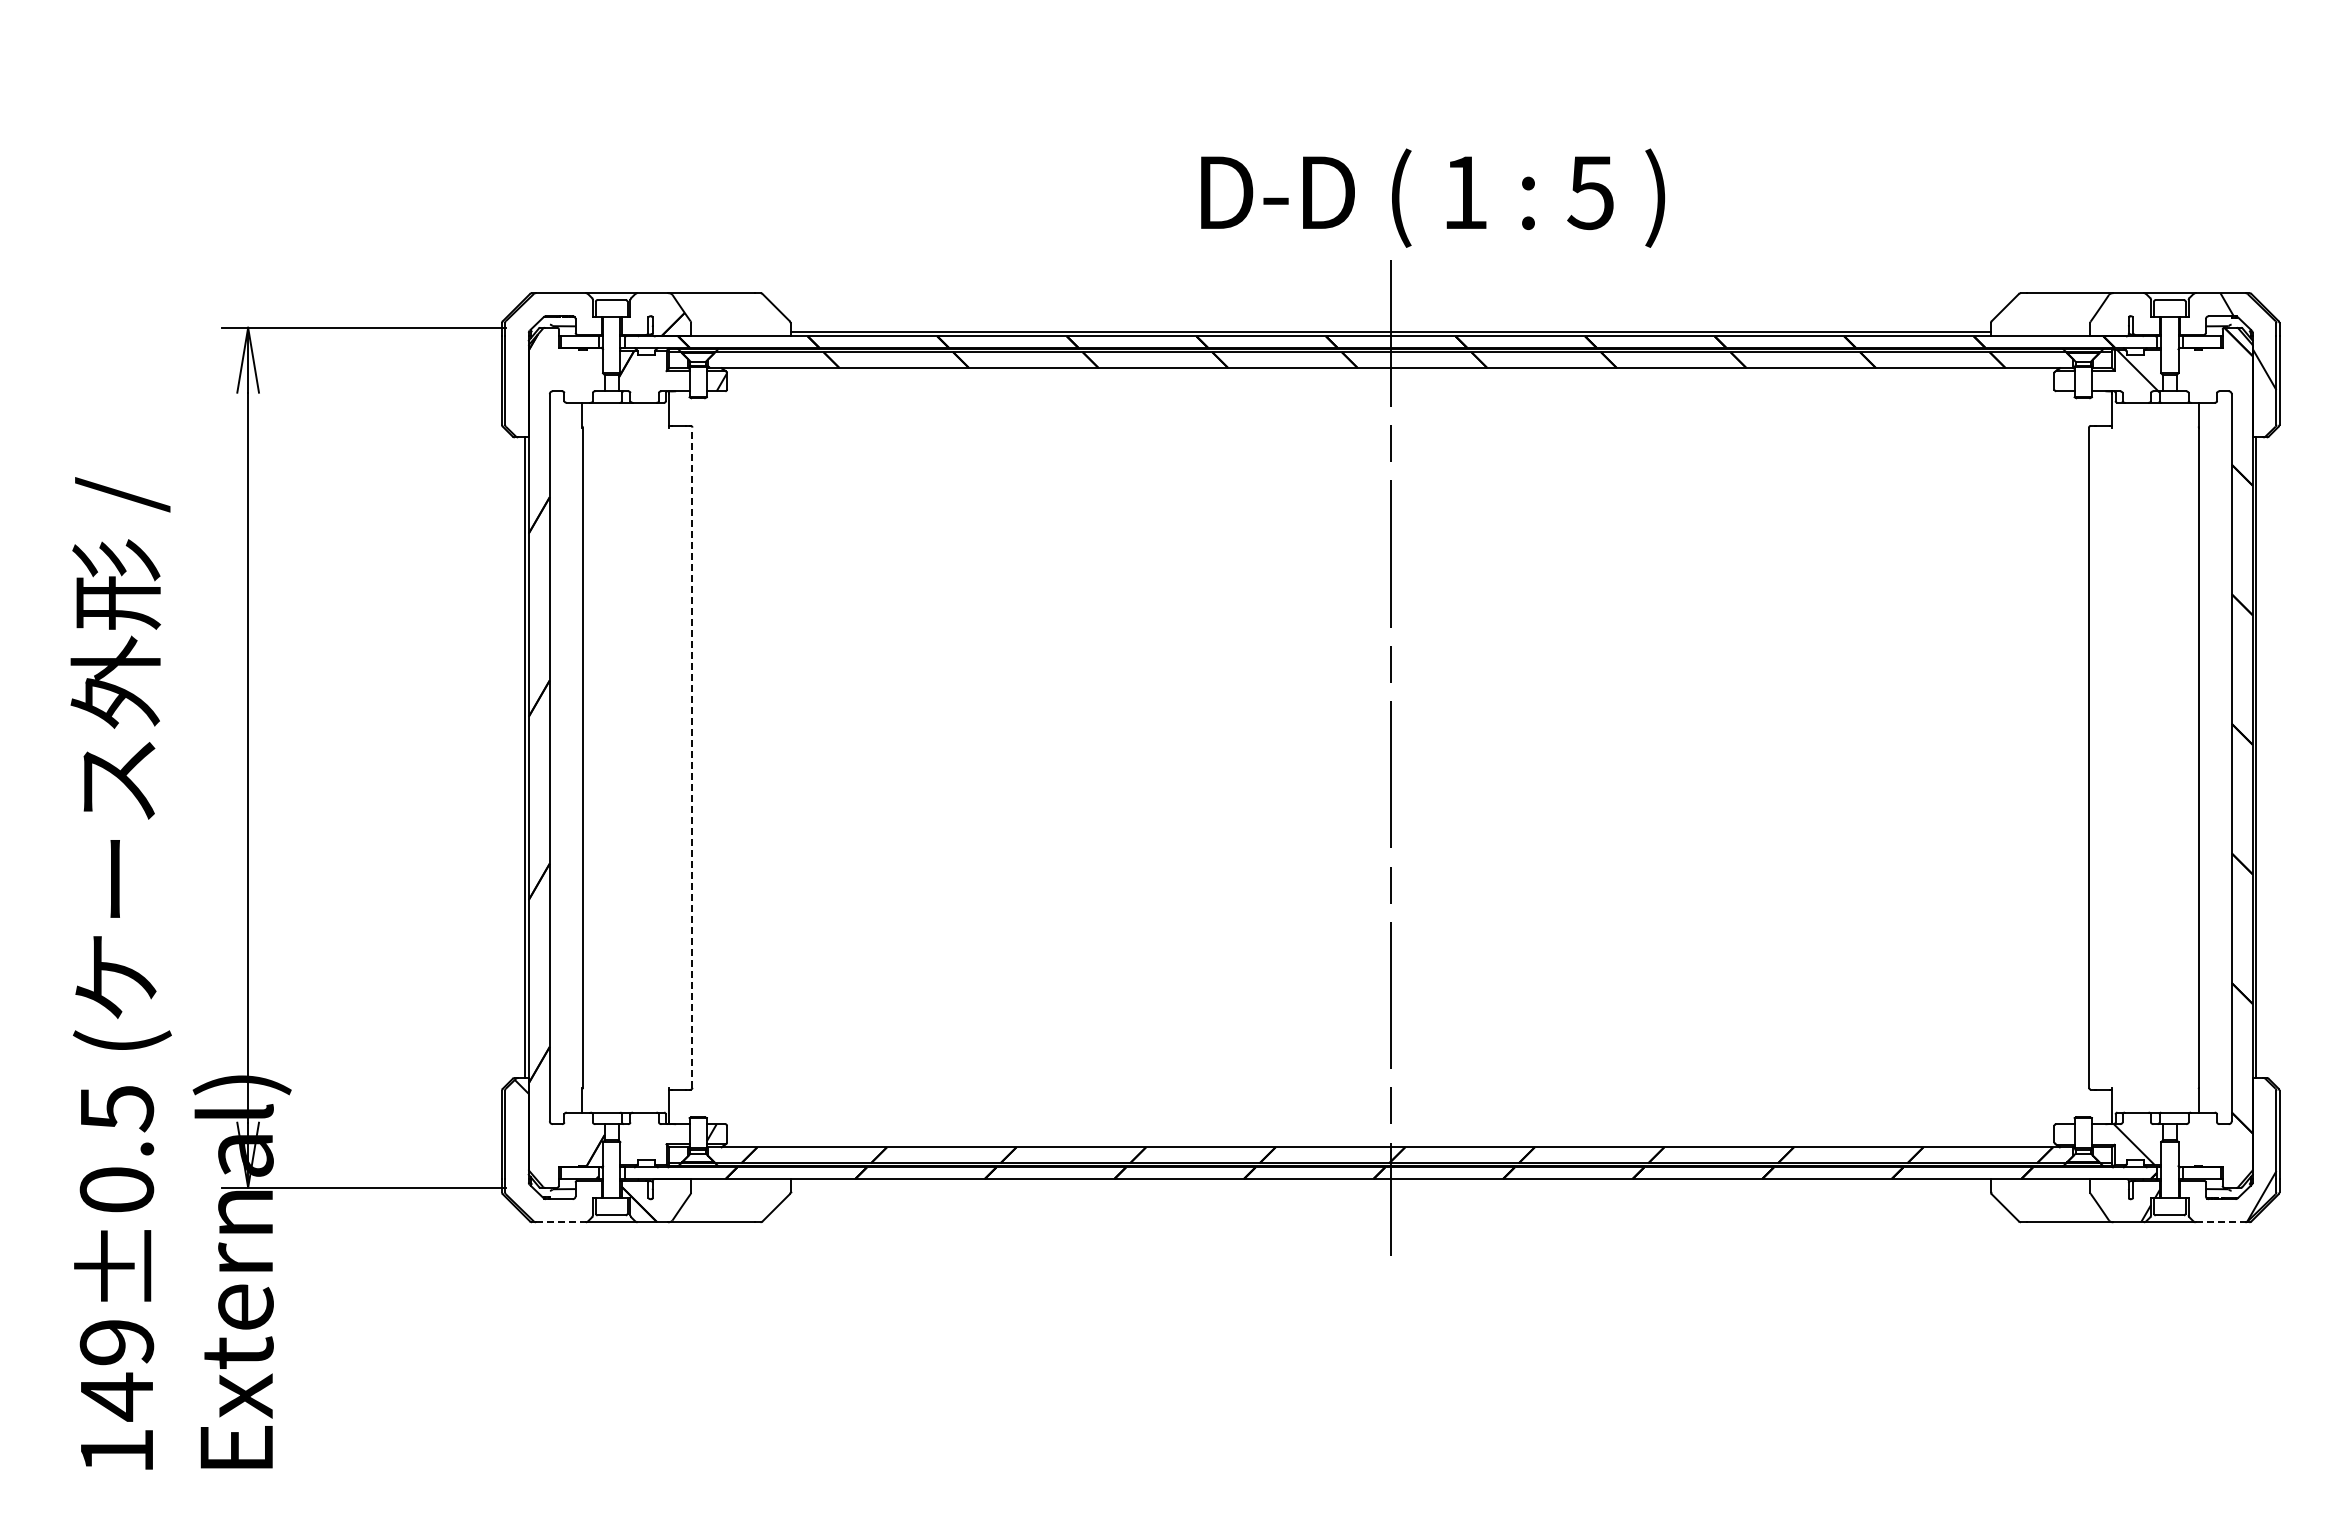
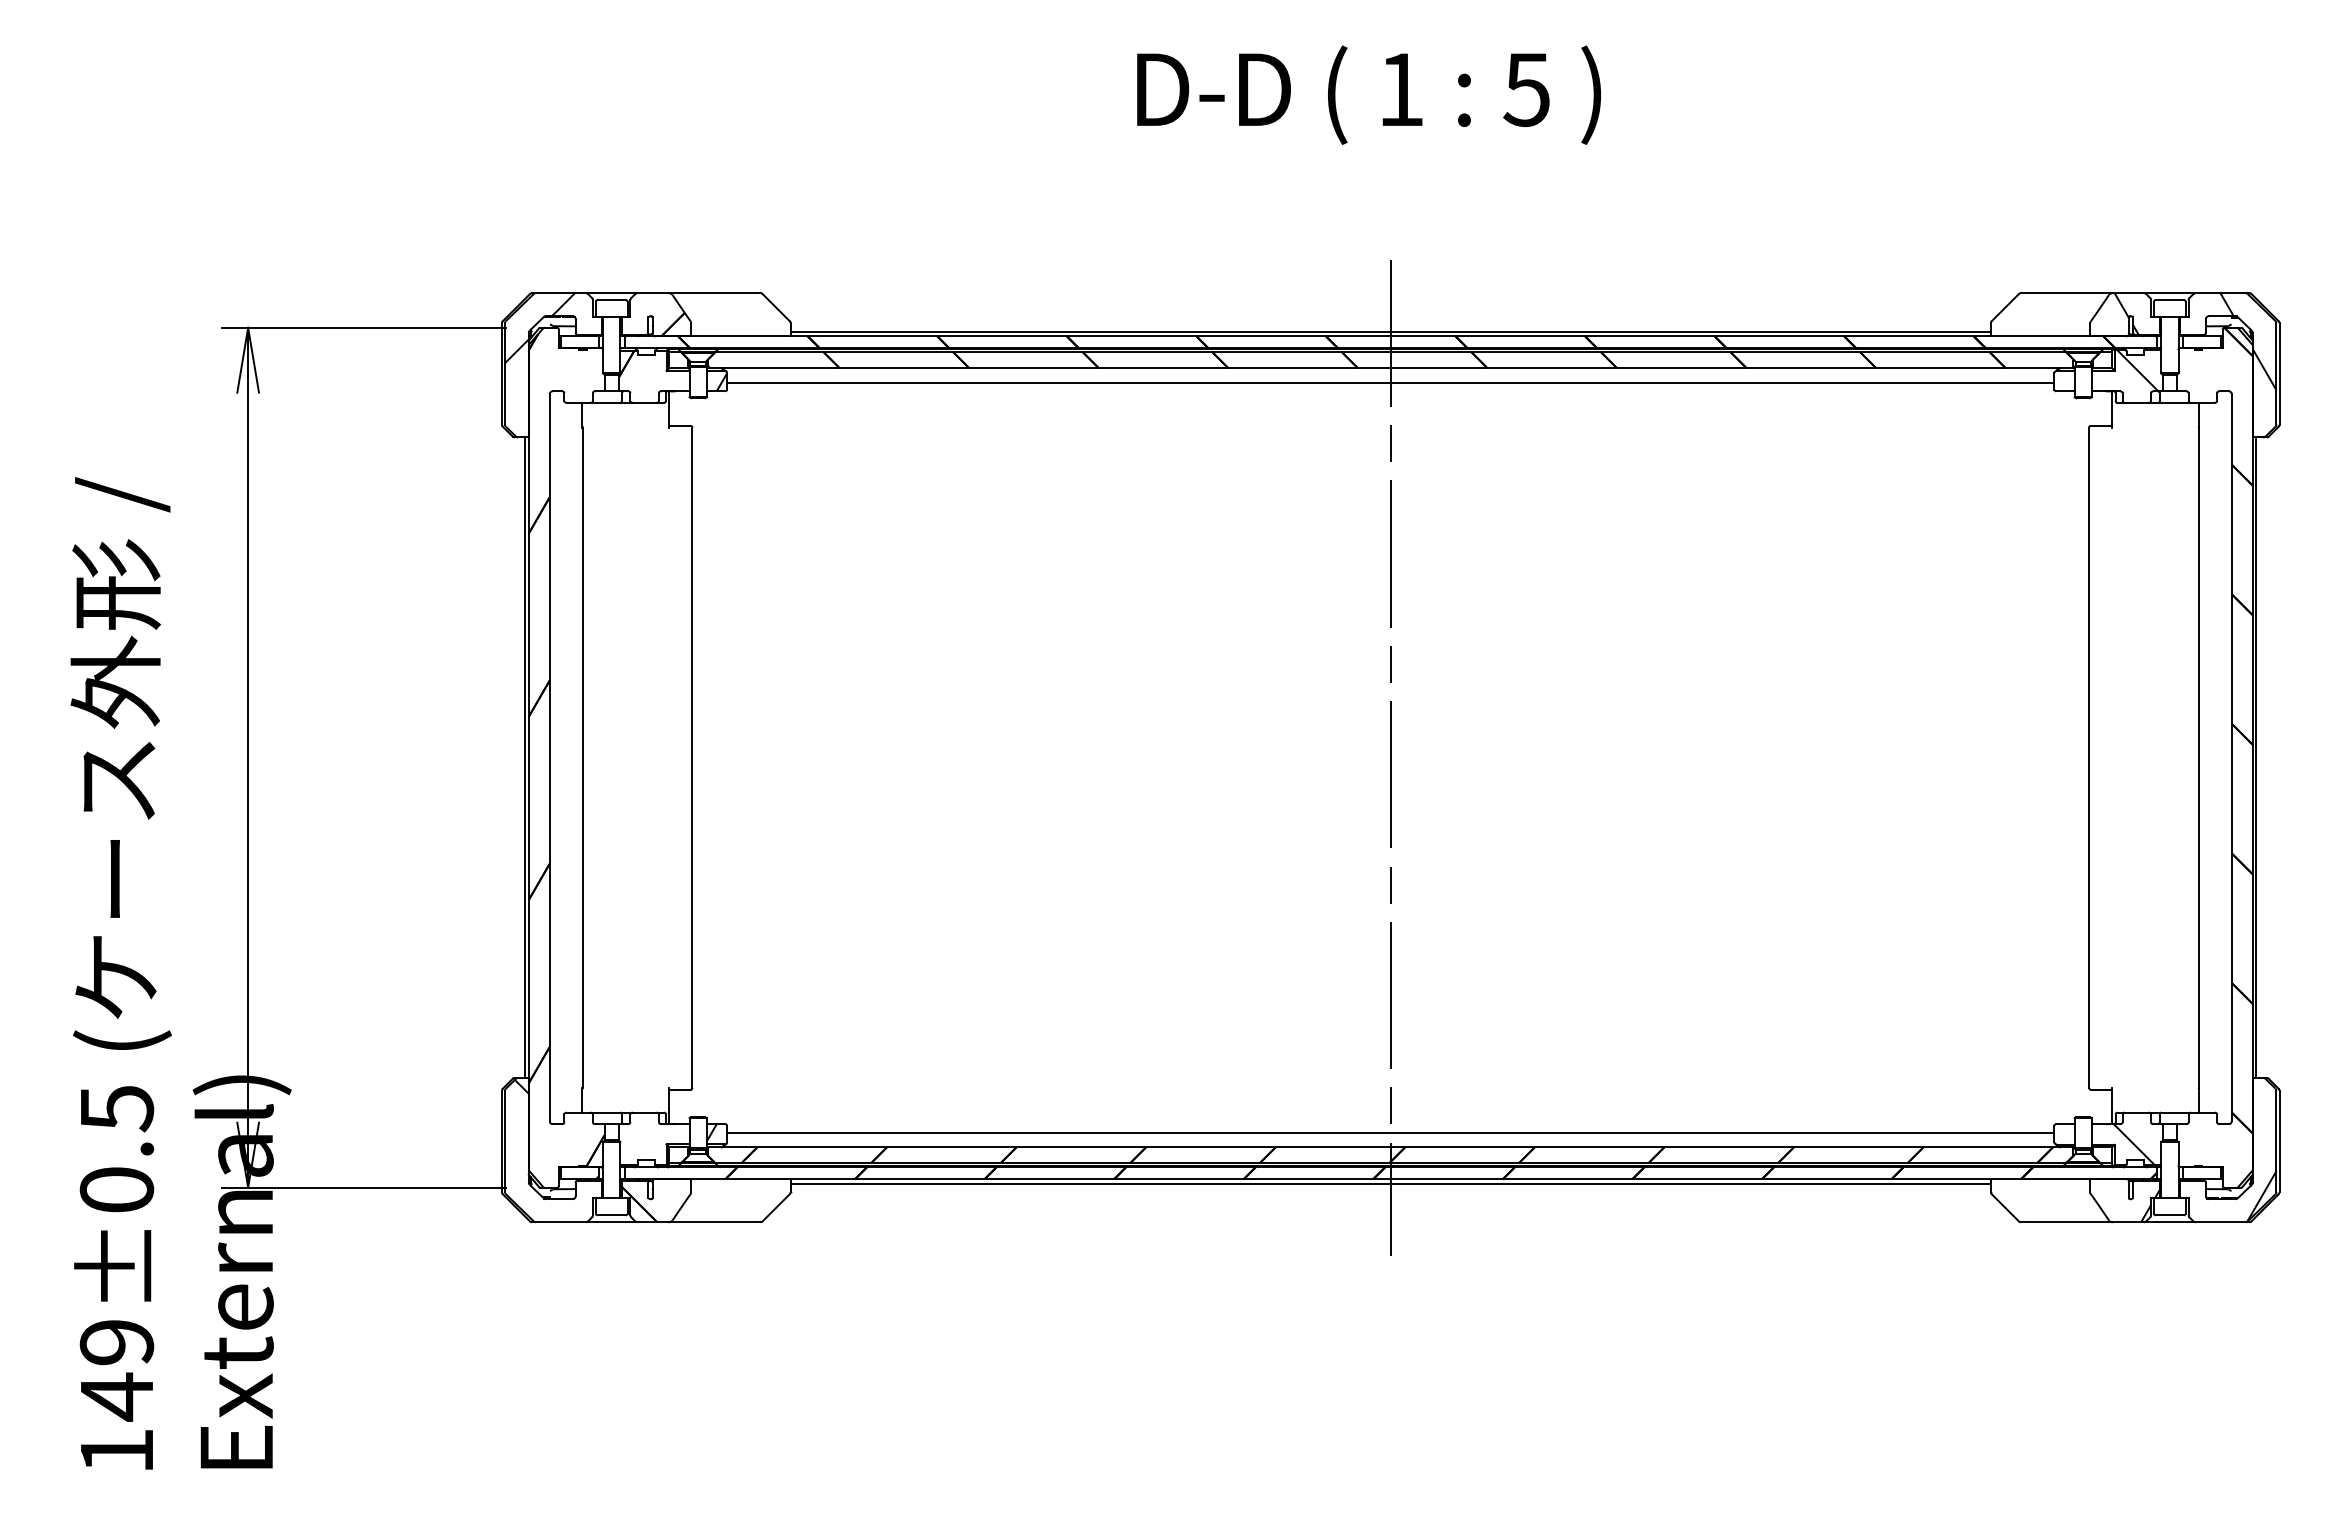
text at (1432, 197) position: (1432, 197) -> (1368, 94)
hatch at (2126, 313): none -> present
hatch at (540, 328): none -> present
line at (1390, 382): none -> present
line at (692, 757): dashed -> solid
line at (1390, 1132): none -> present
line at (1390, 1183): none -> present
line at (560, 1222): dashed -> solid
line at (2220, 1222): dashed -> solid
